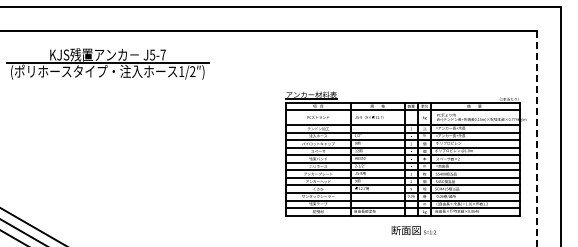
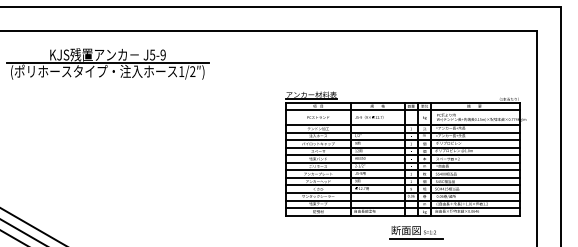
text at (162, 54): J5-7 -> J5-9
line at (536, 138): dashed -> solid
line at (415, 238): none -> present
